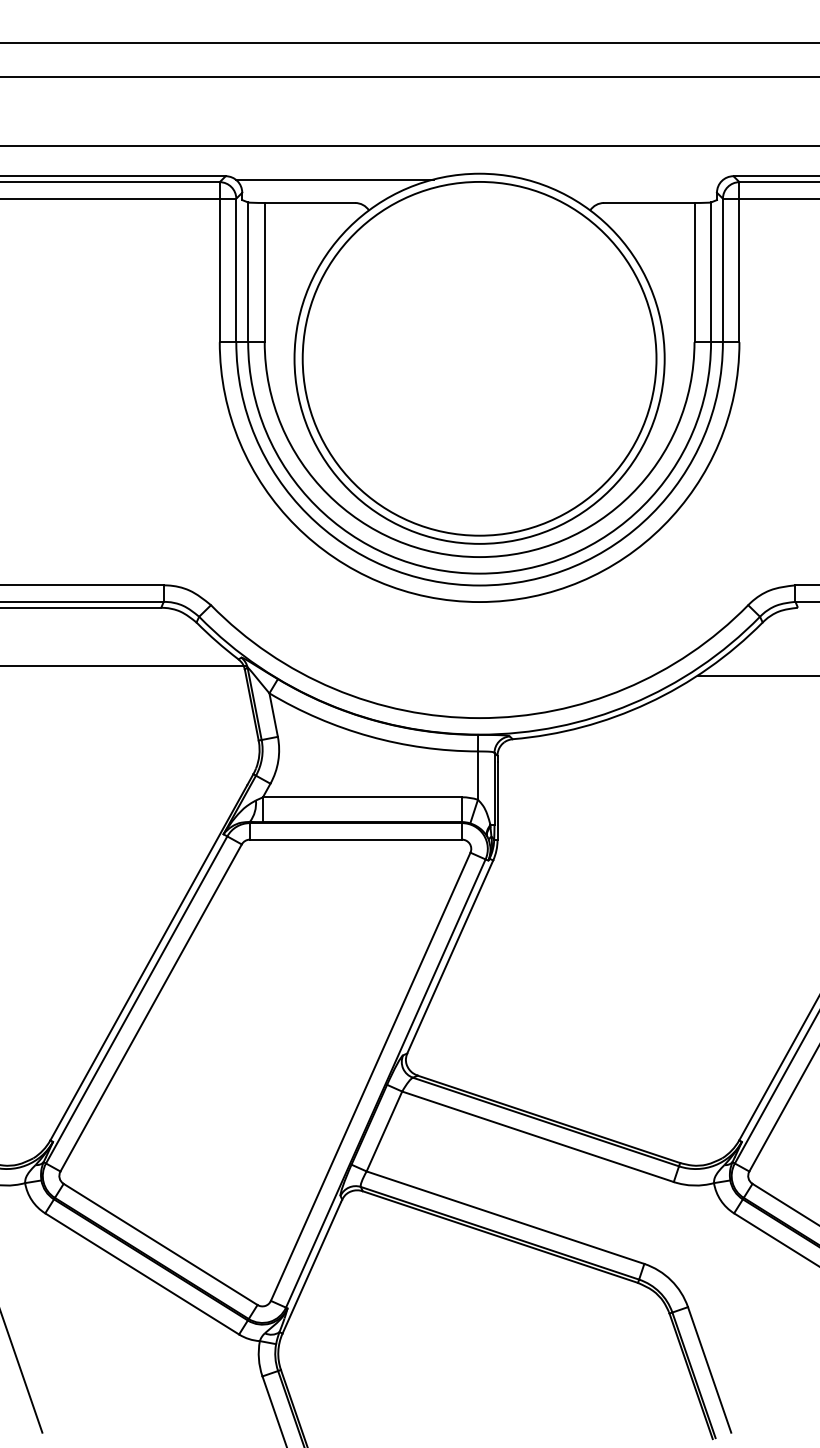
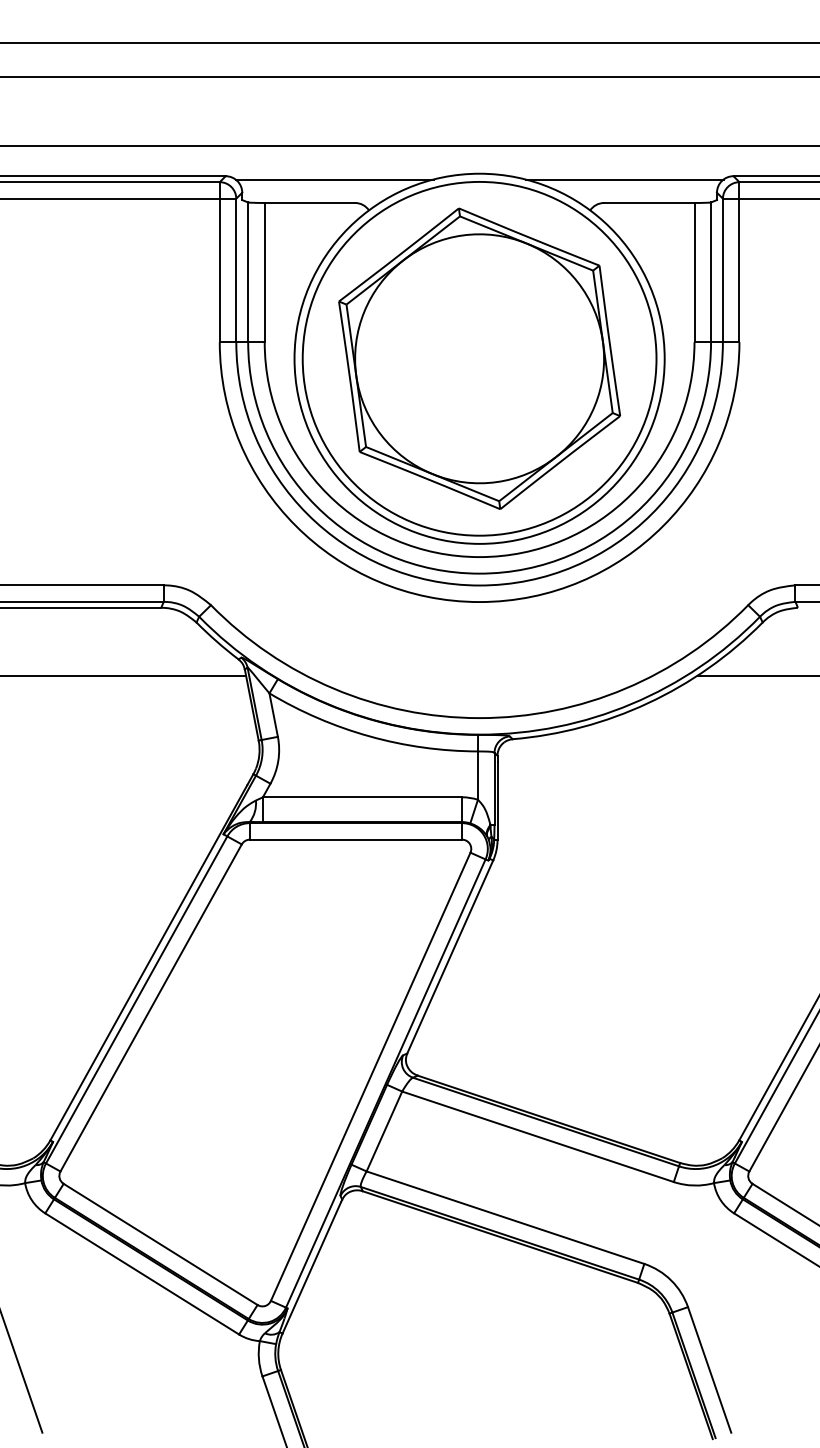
line at (624, 179): none -> present
part at (479, 358): none -> present
line at (124, 665) position: (124, 665) -> (124, 675)
